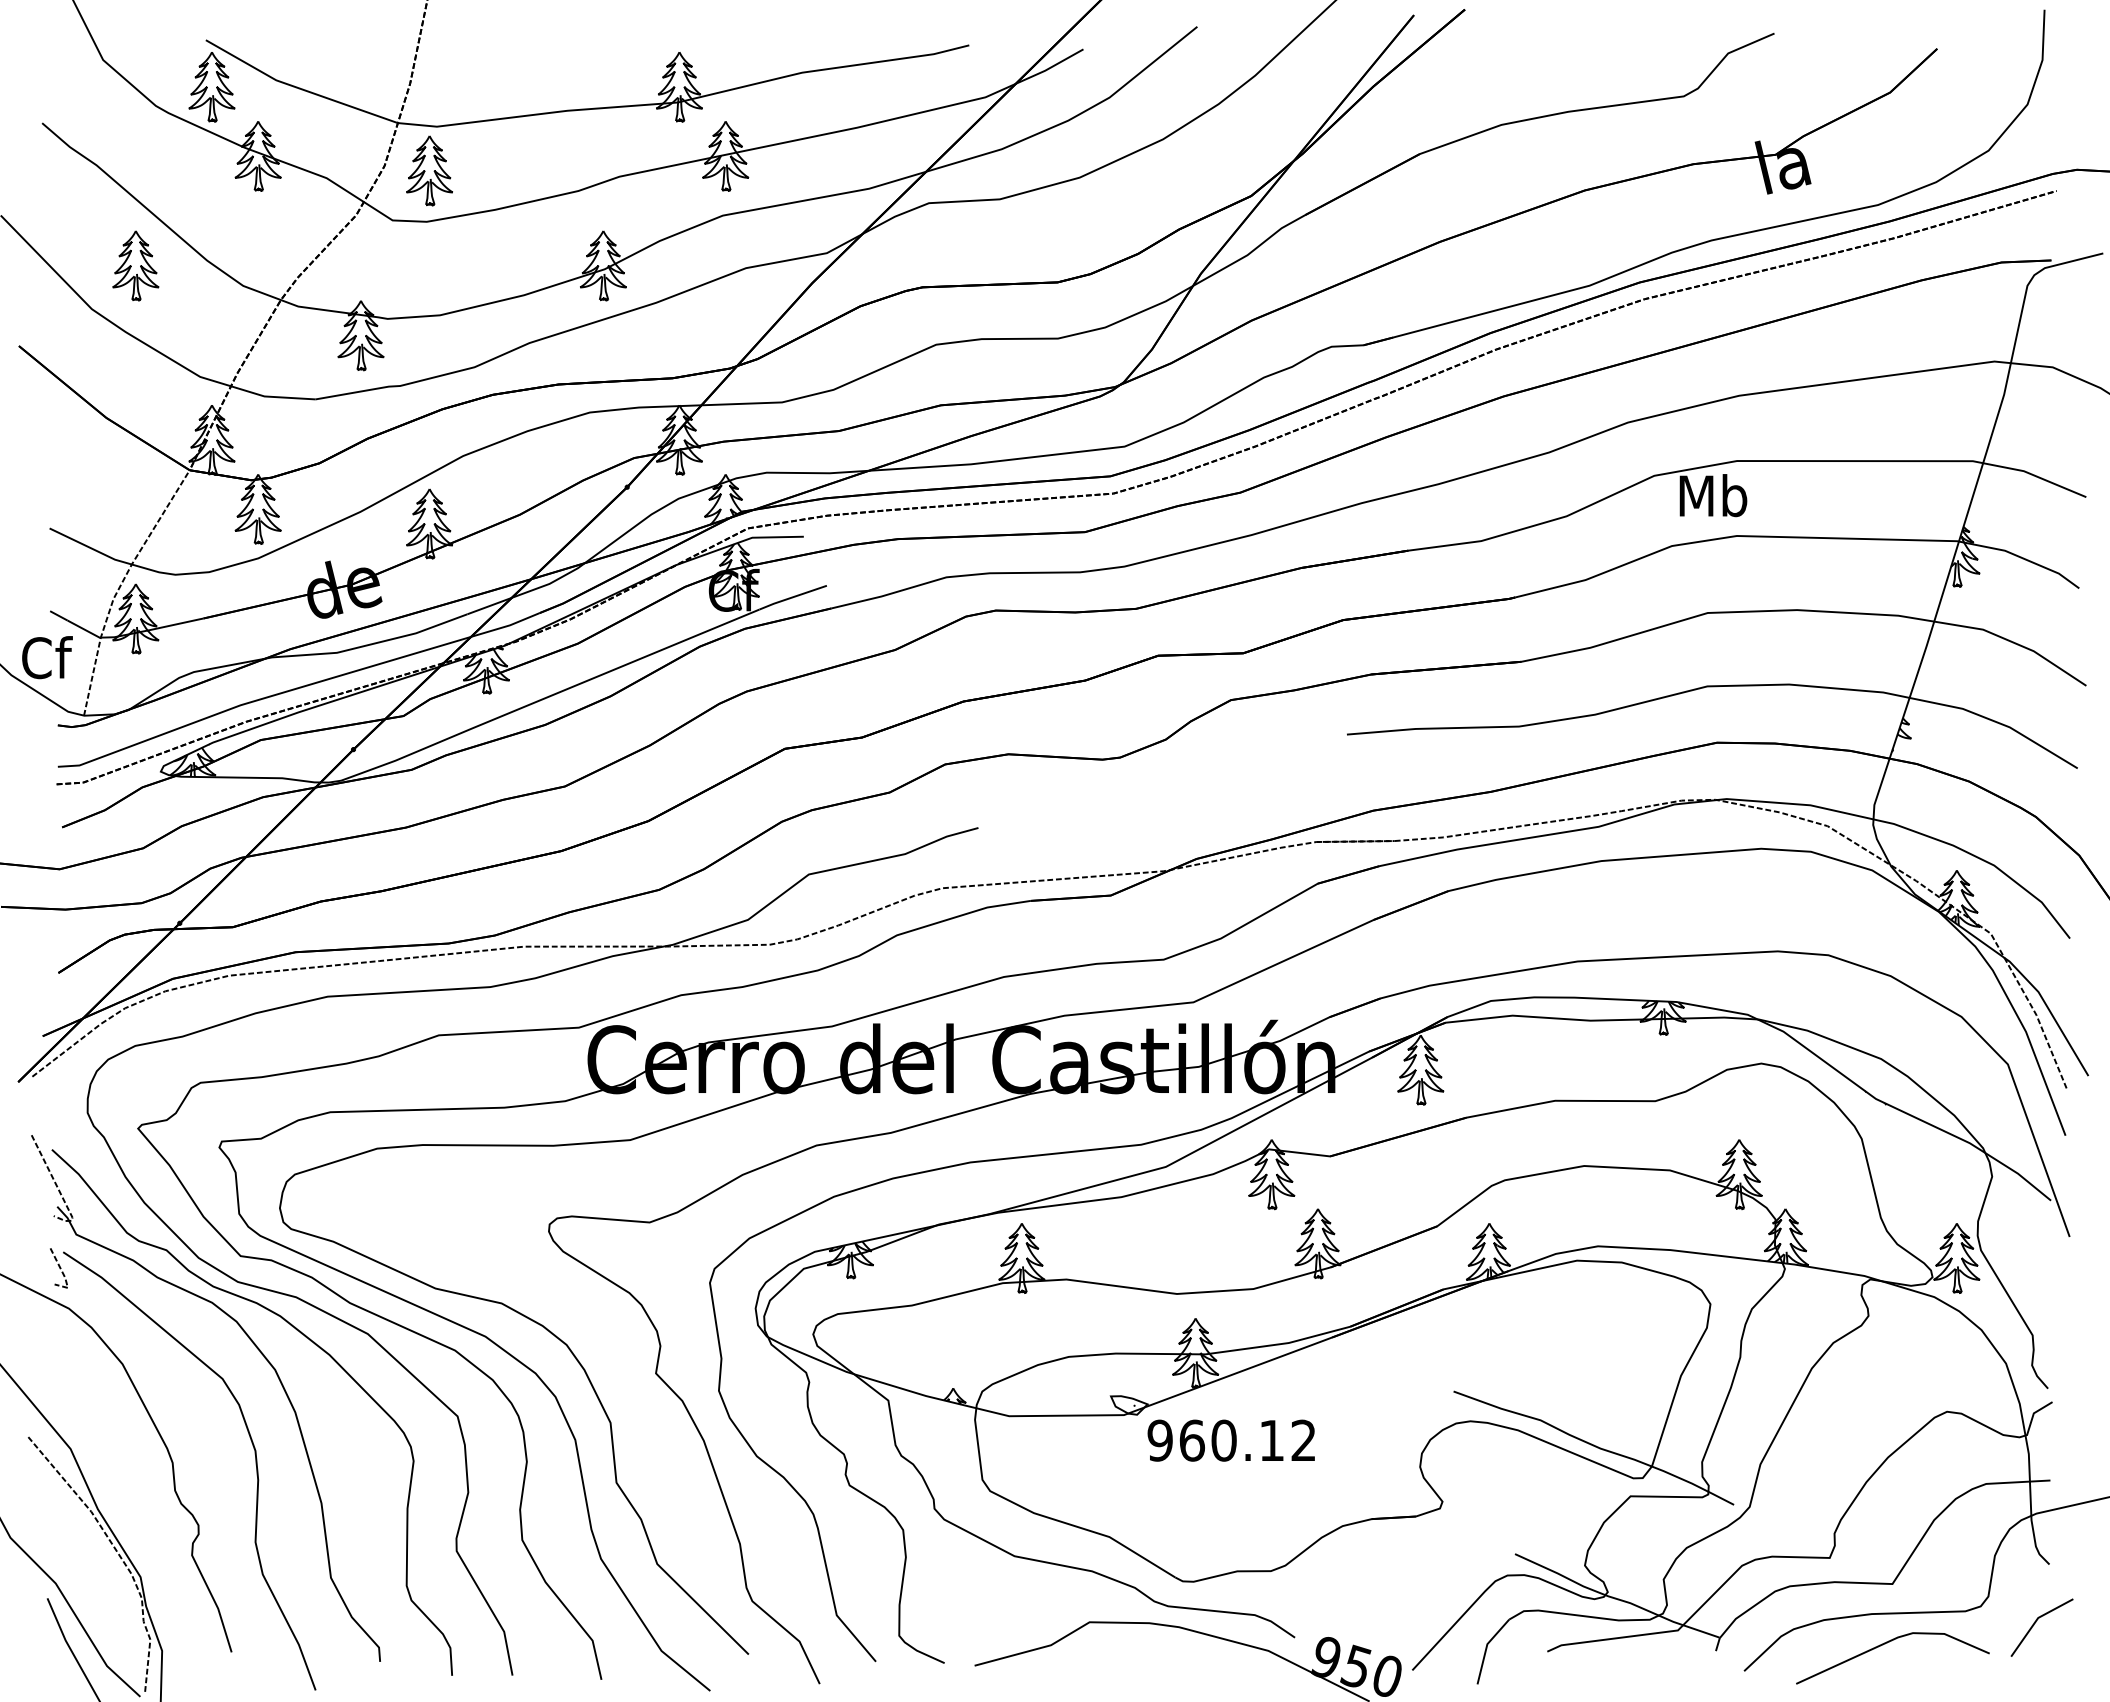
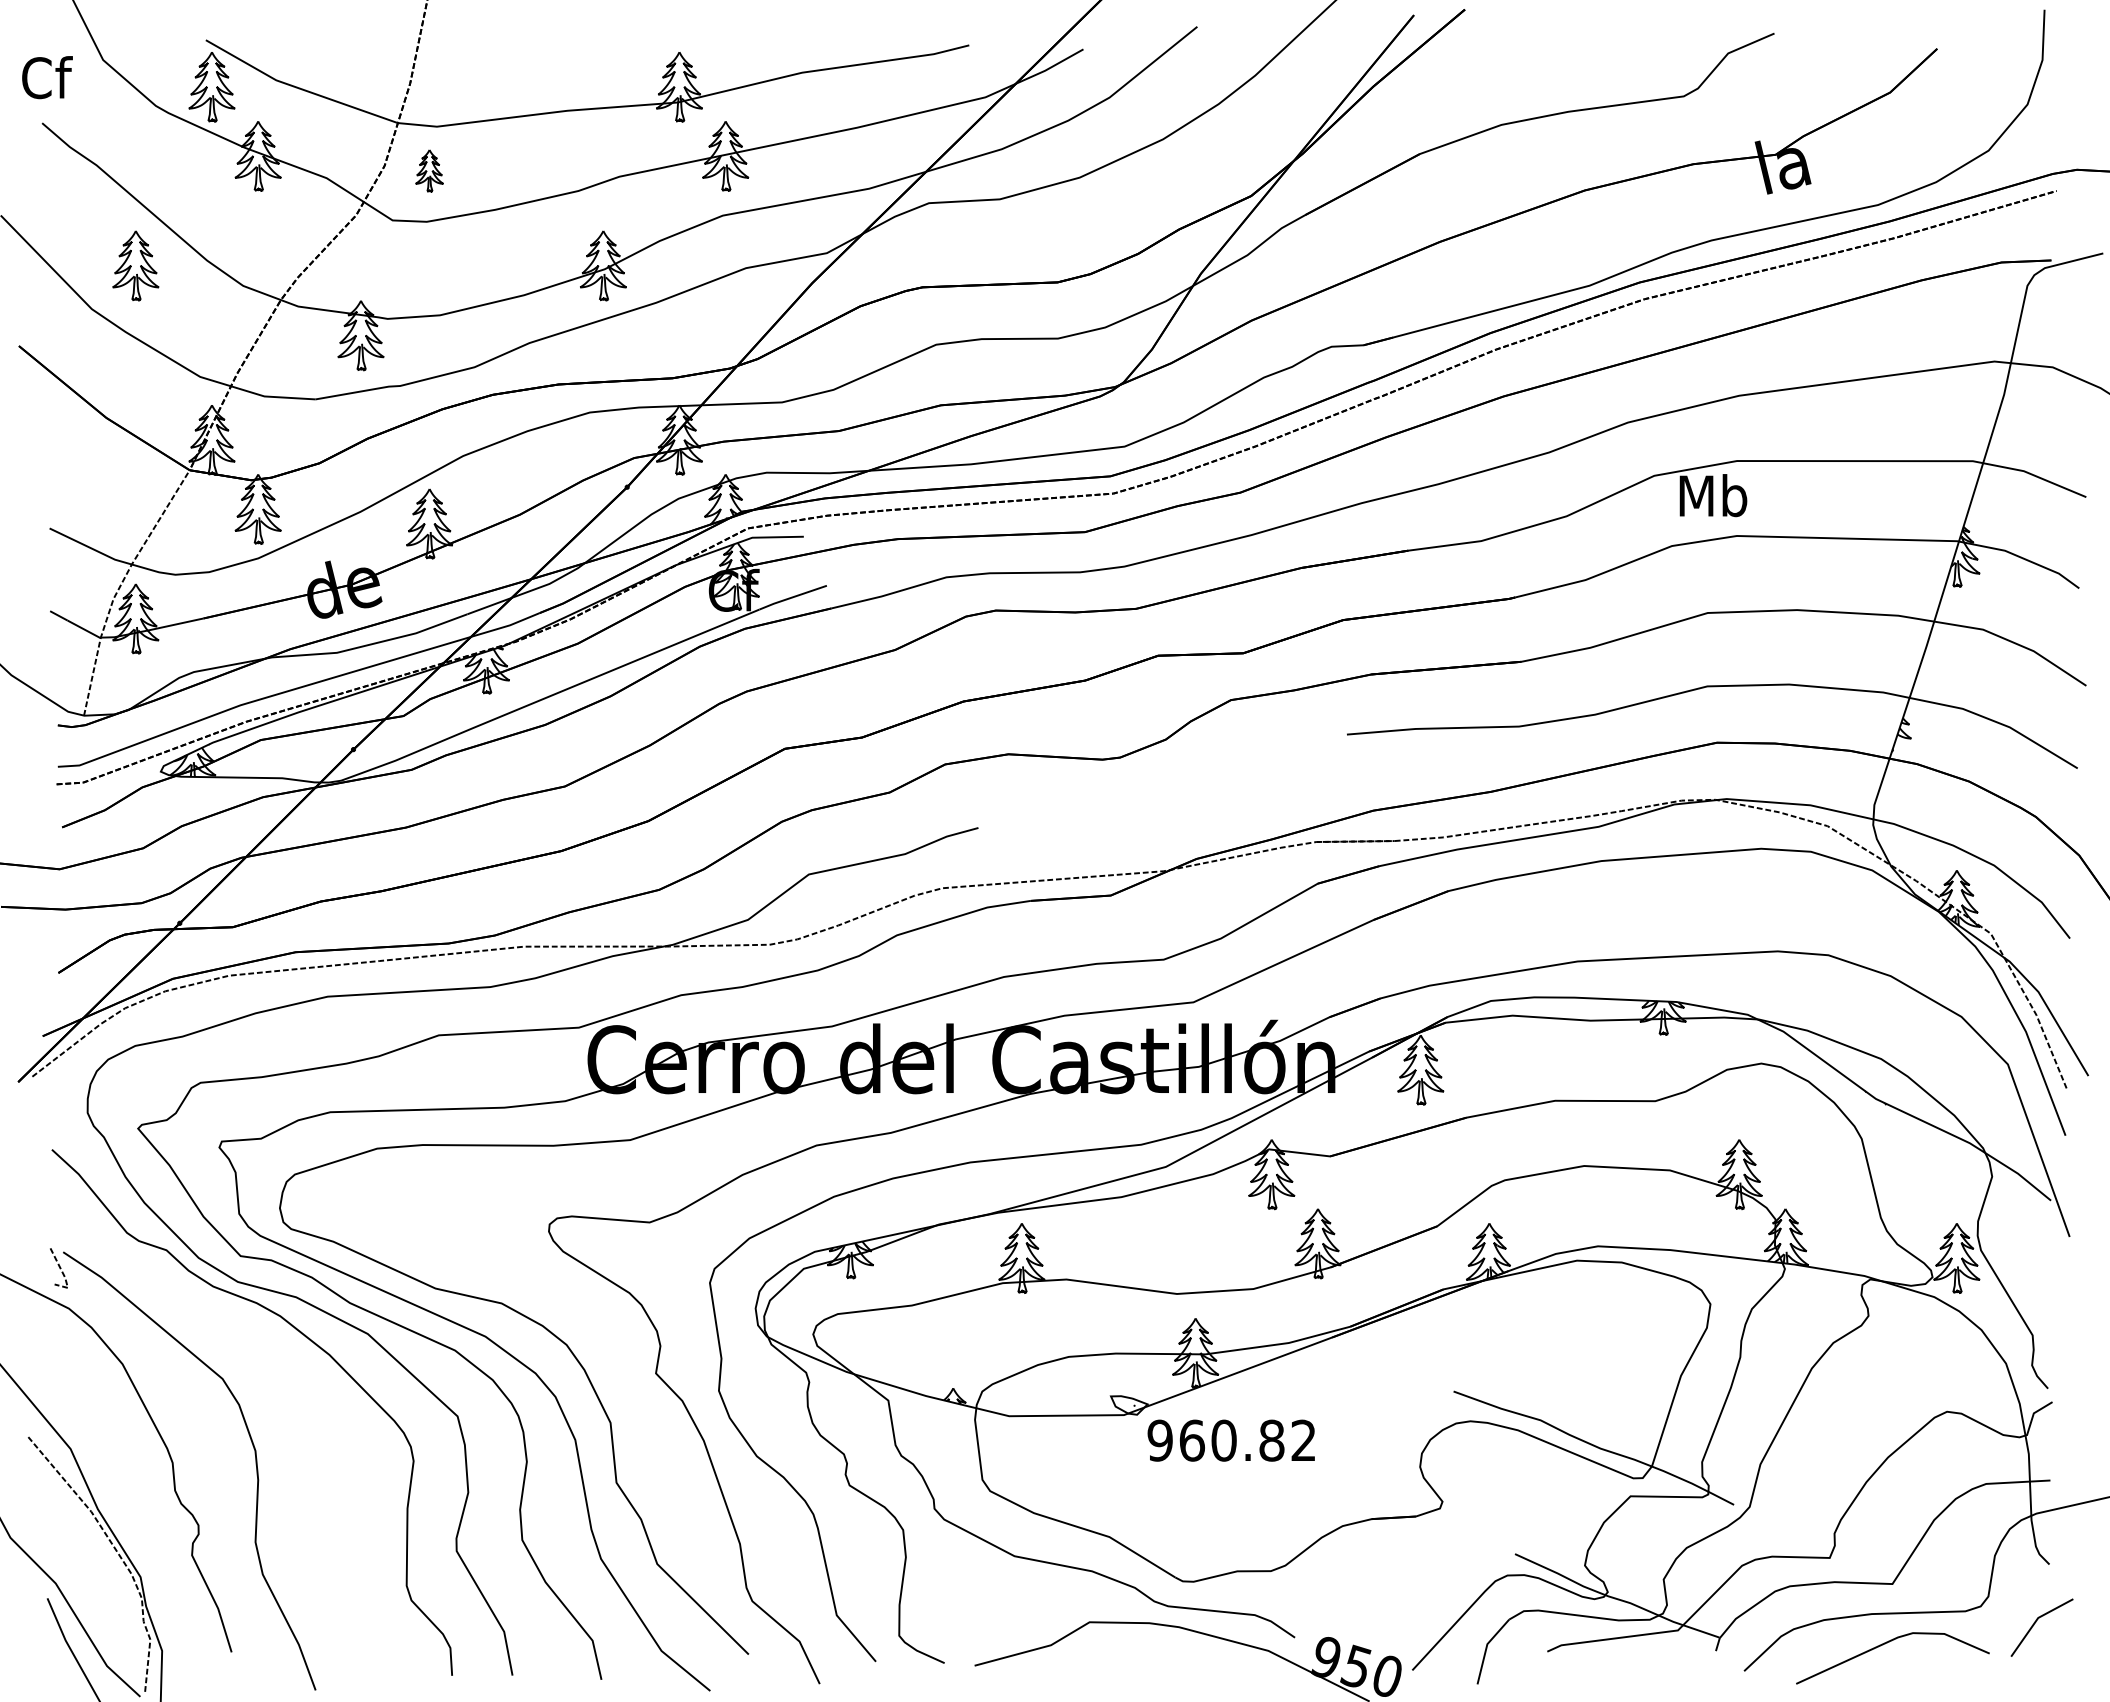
part at (429, 170) size: 47x72 px -> 29x44 px
text at (47, 657) position: (47, 657) -> (47, 77)
part at (260, 1353): present -> none
text at (1271, 1440): 960.12 -> 960.82
